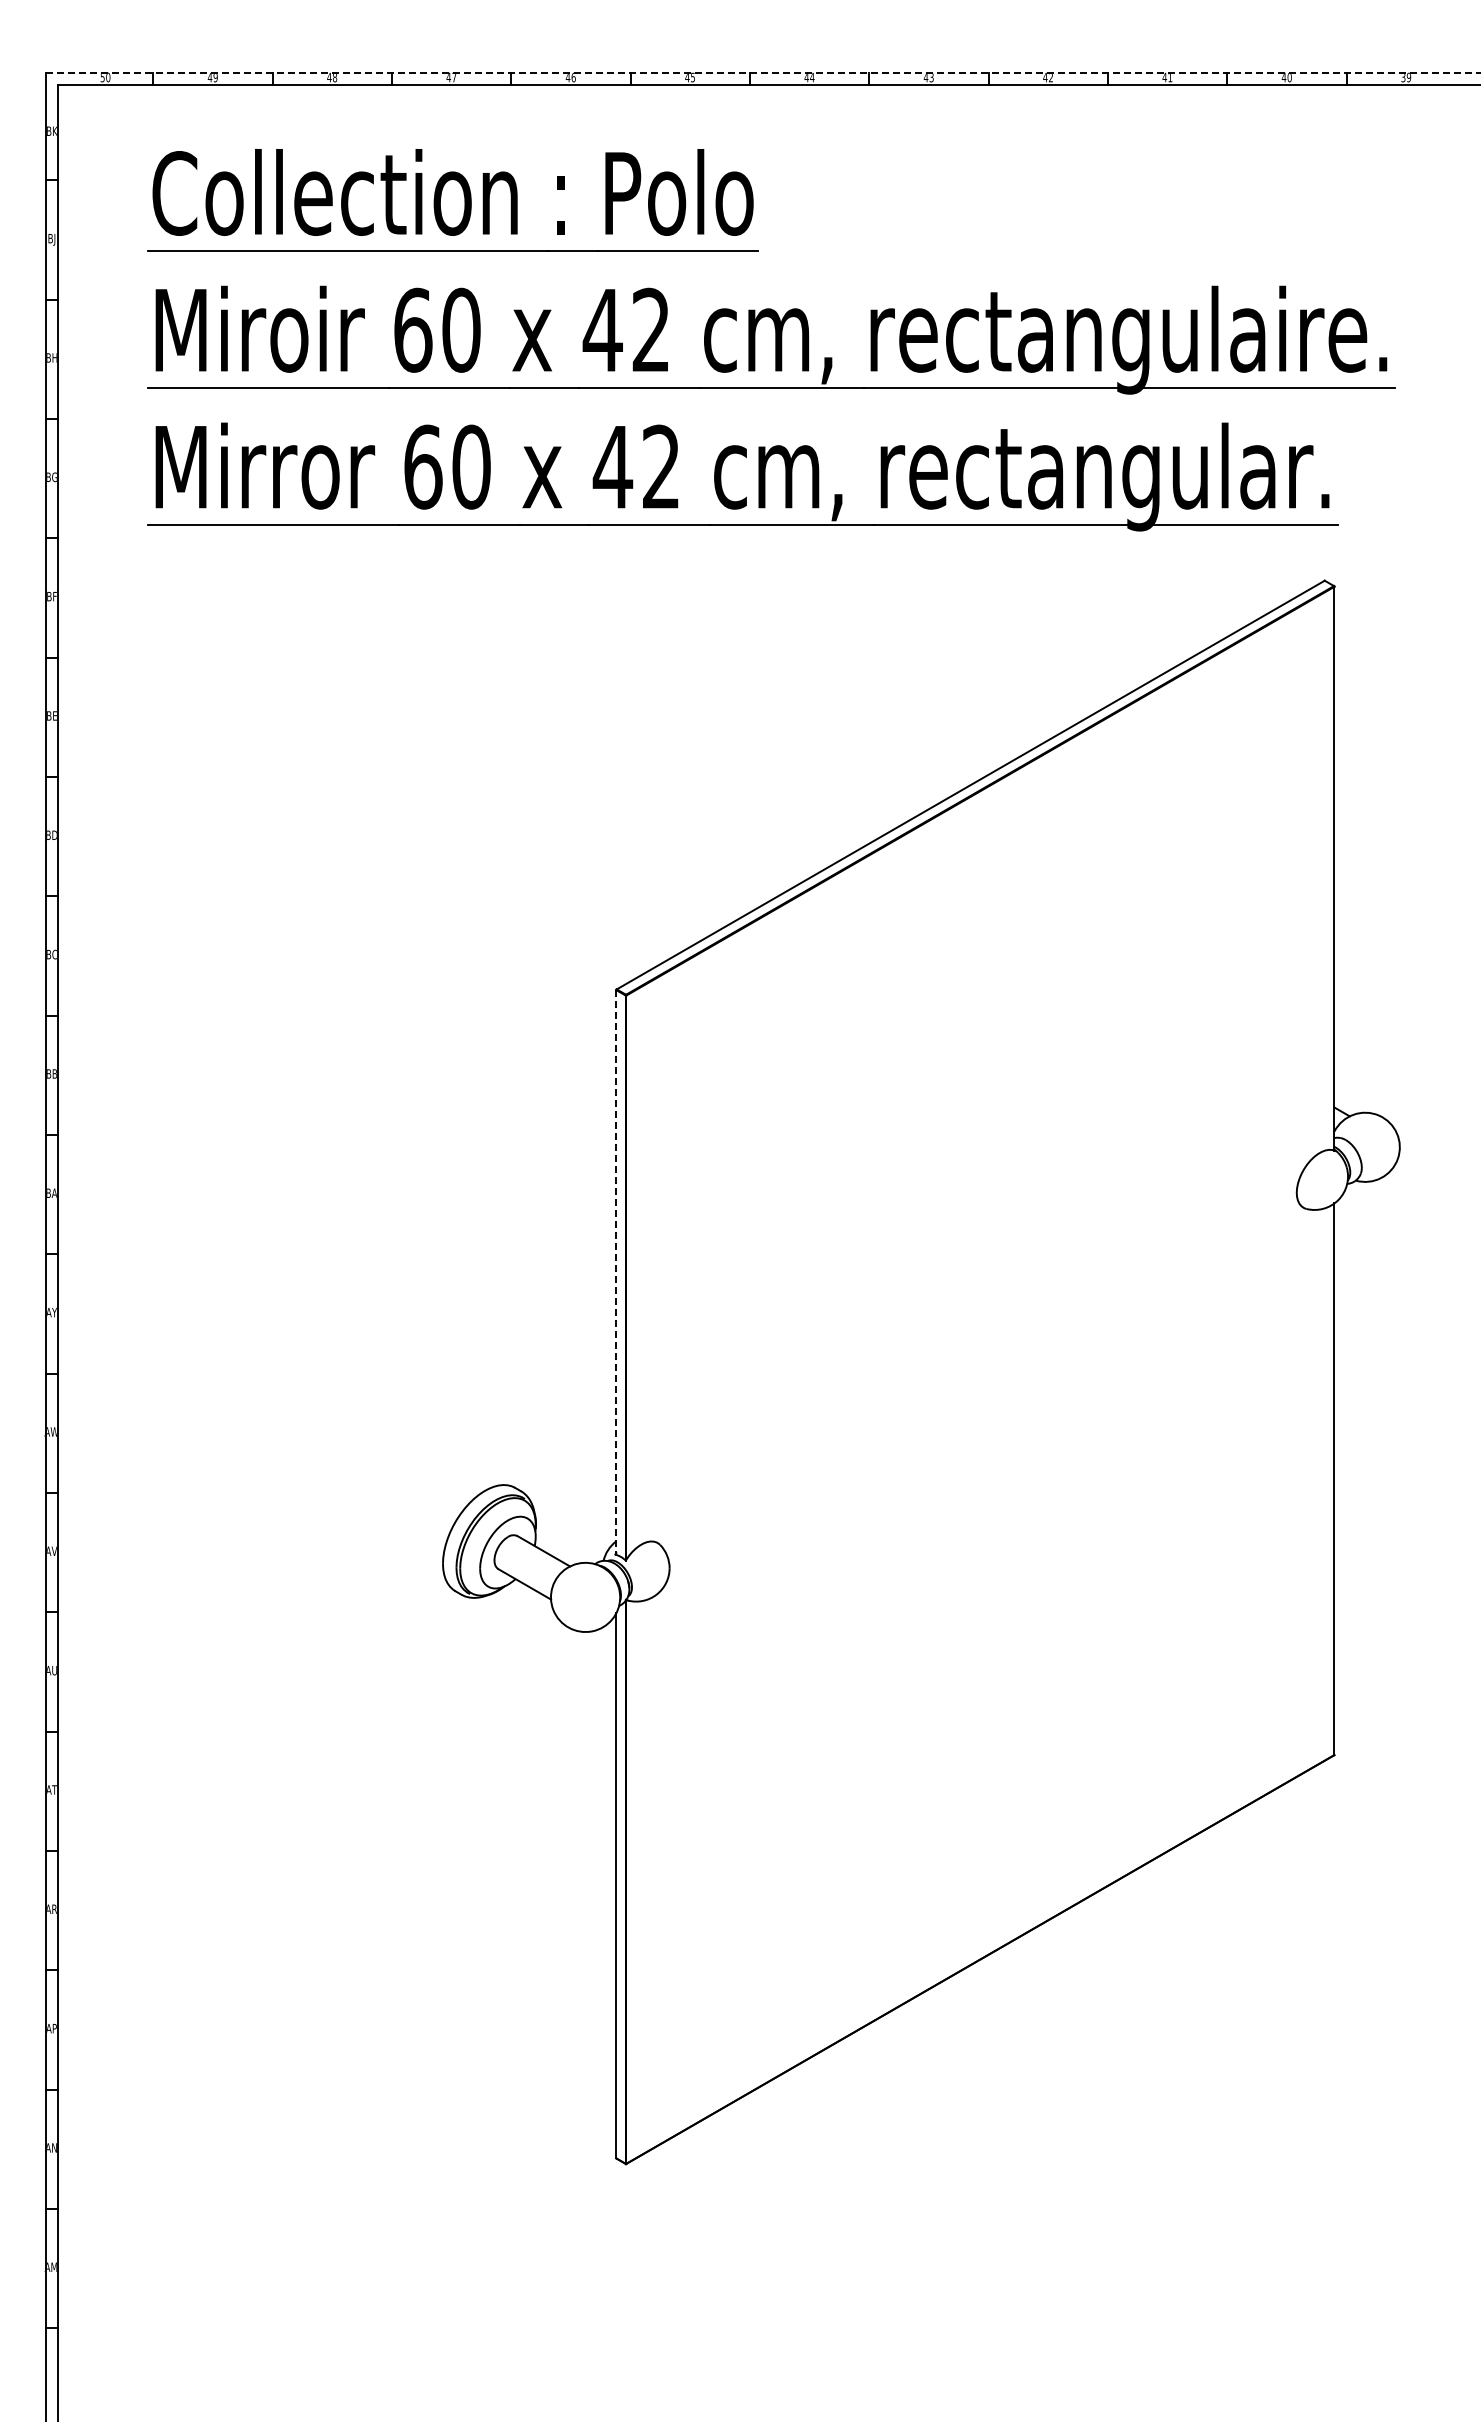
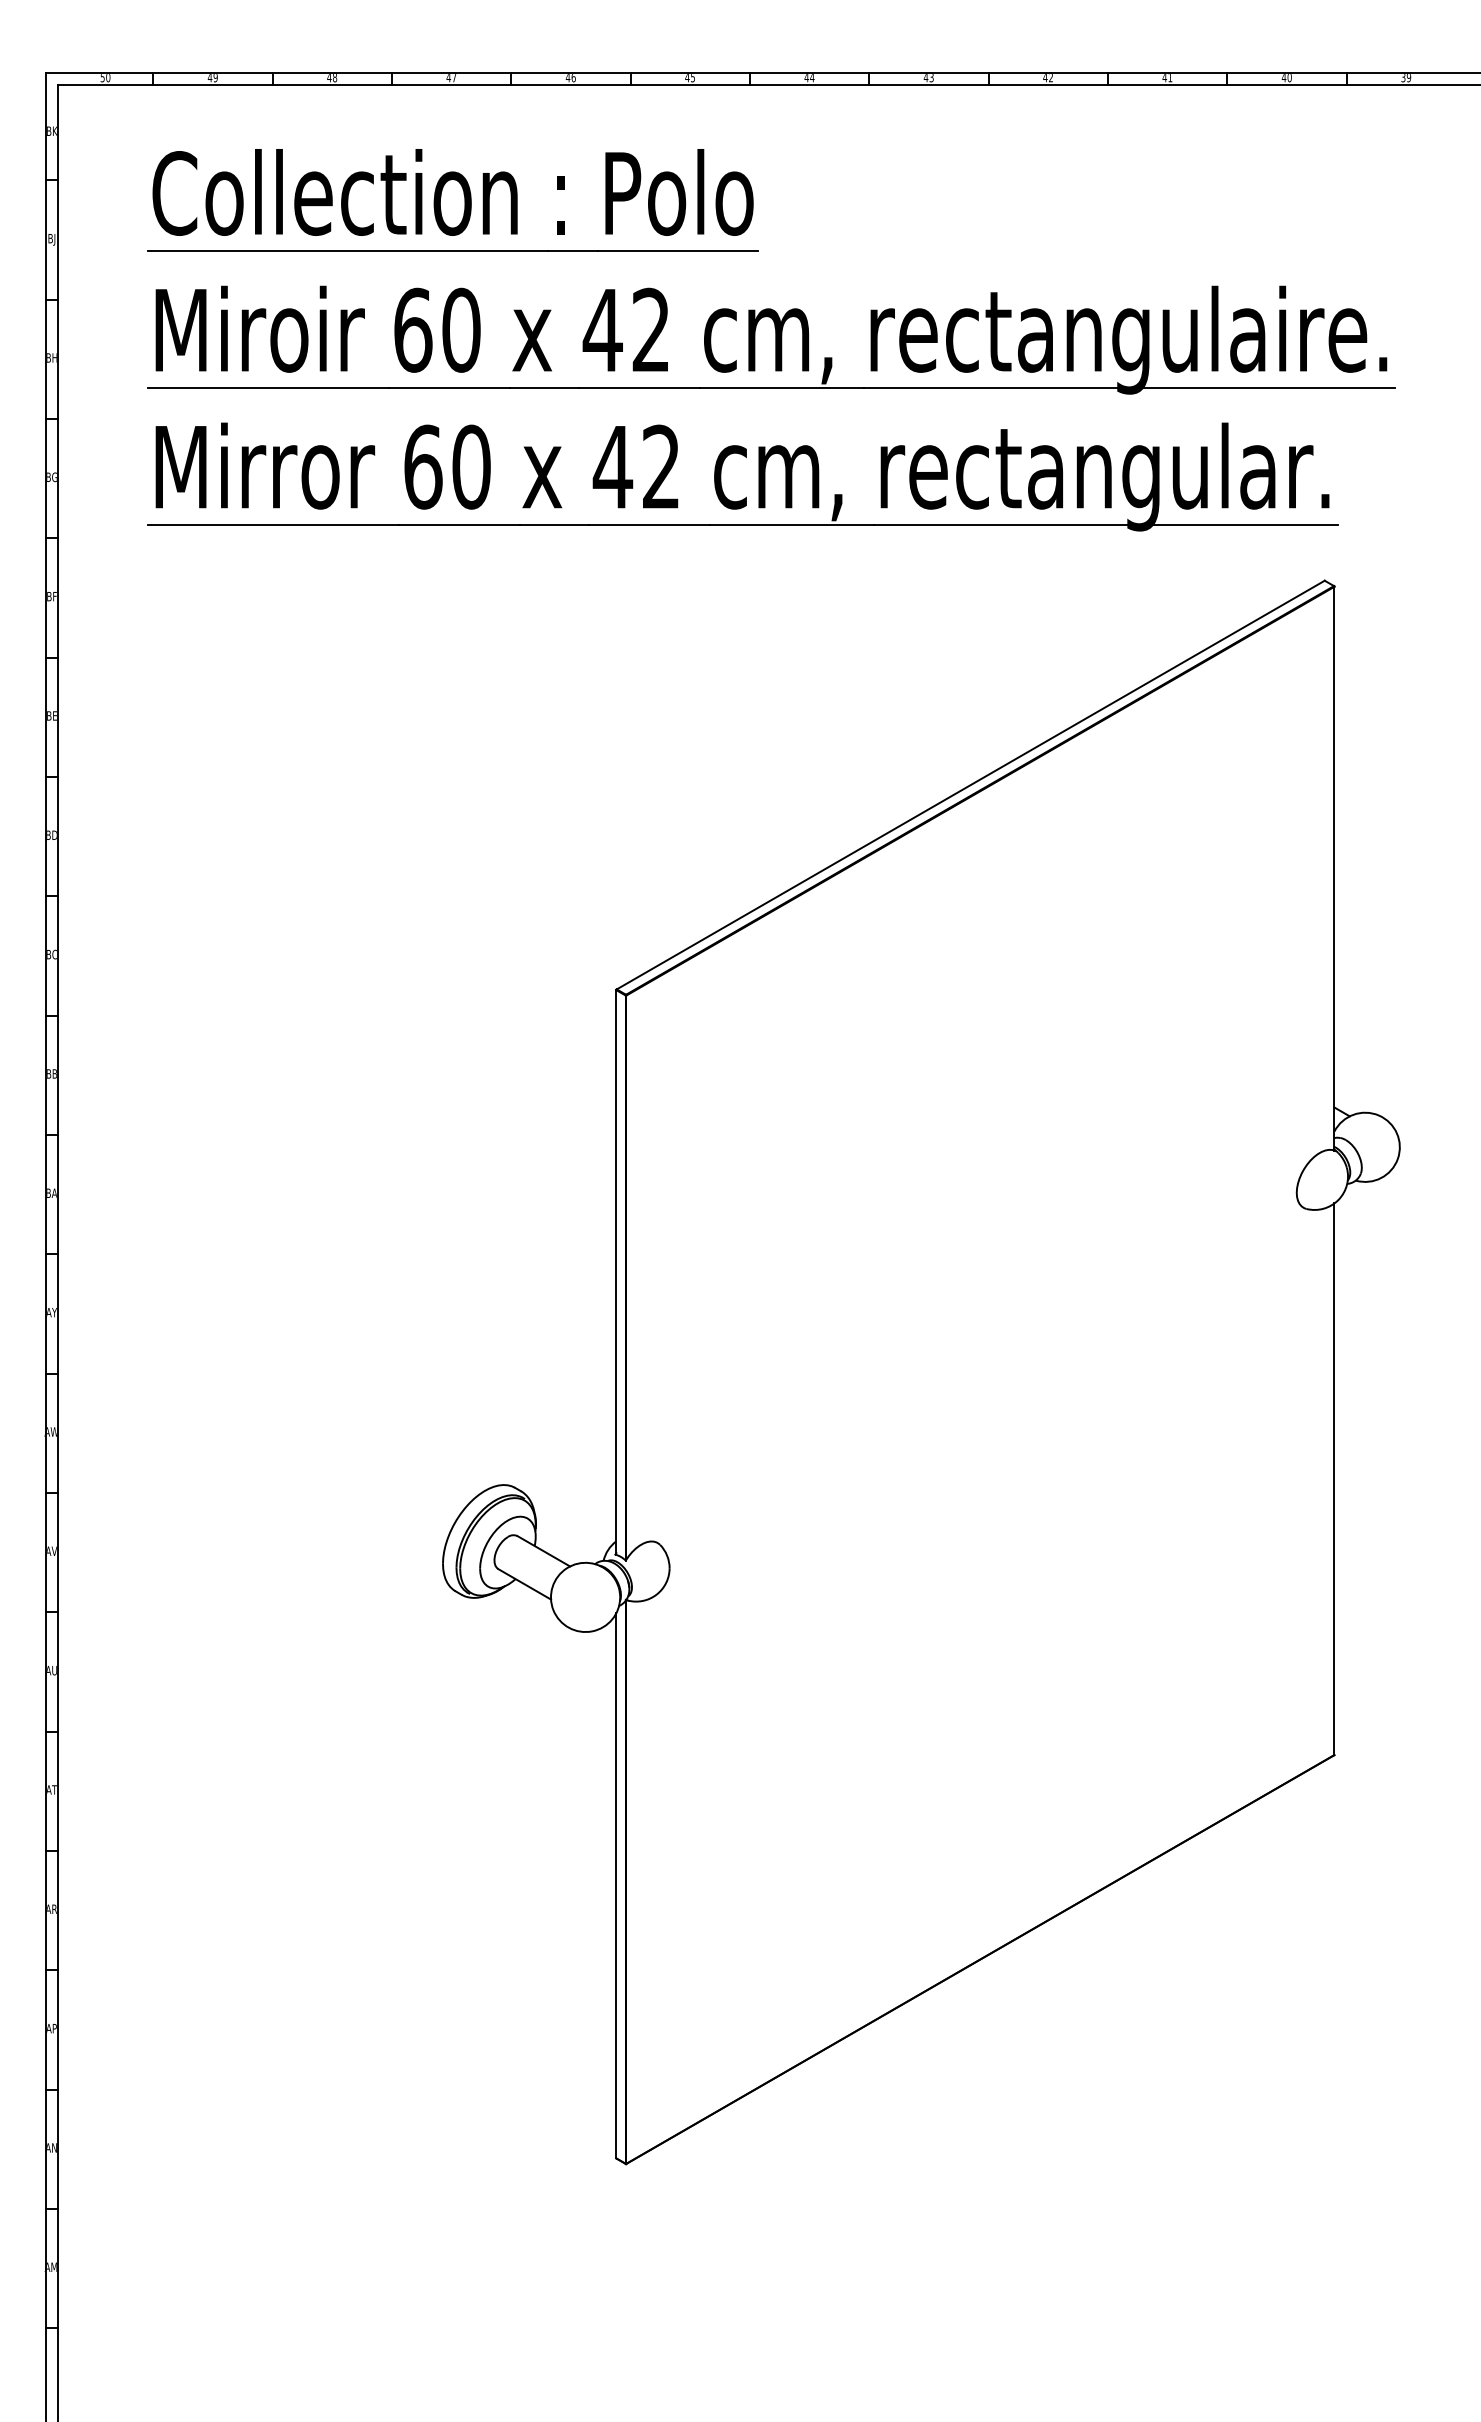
line at (764, 72): dashed -> solid
line at (616, 1273): dashed -> solid
